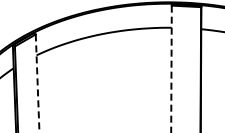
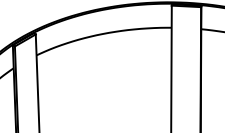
line at (171, 69): dashed -> solid
line at (37, 84): dashed -> solid
